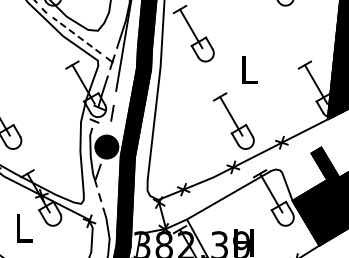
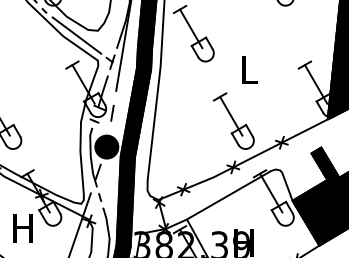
line at (76, 35): dashed -> solid
line at (80, 223): none -> present
text at (22, 228): L -> H
